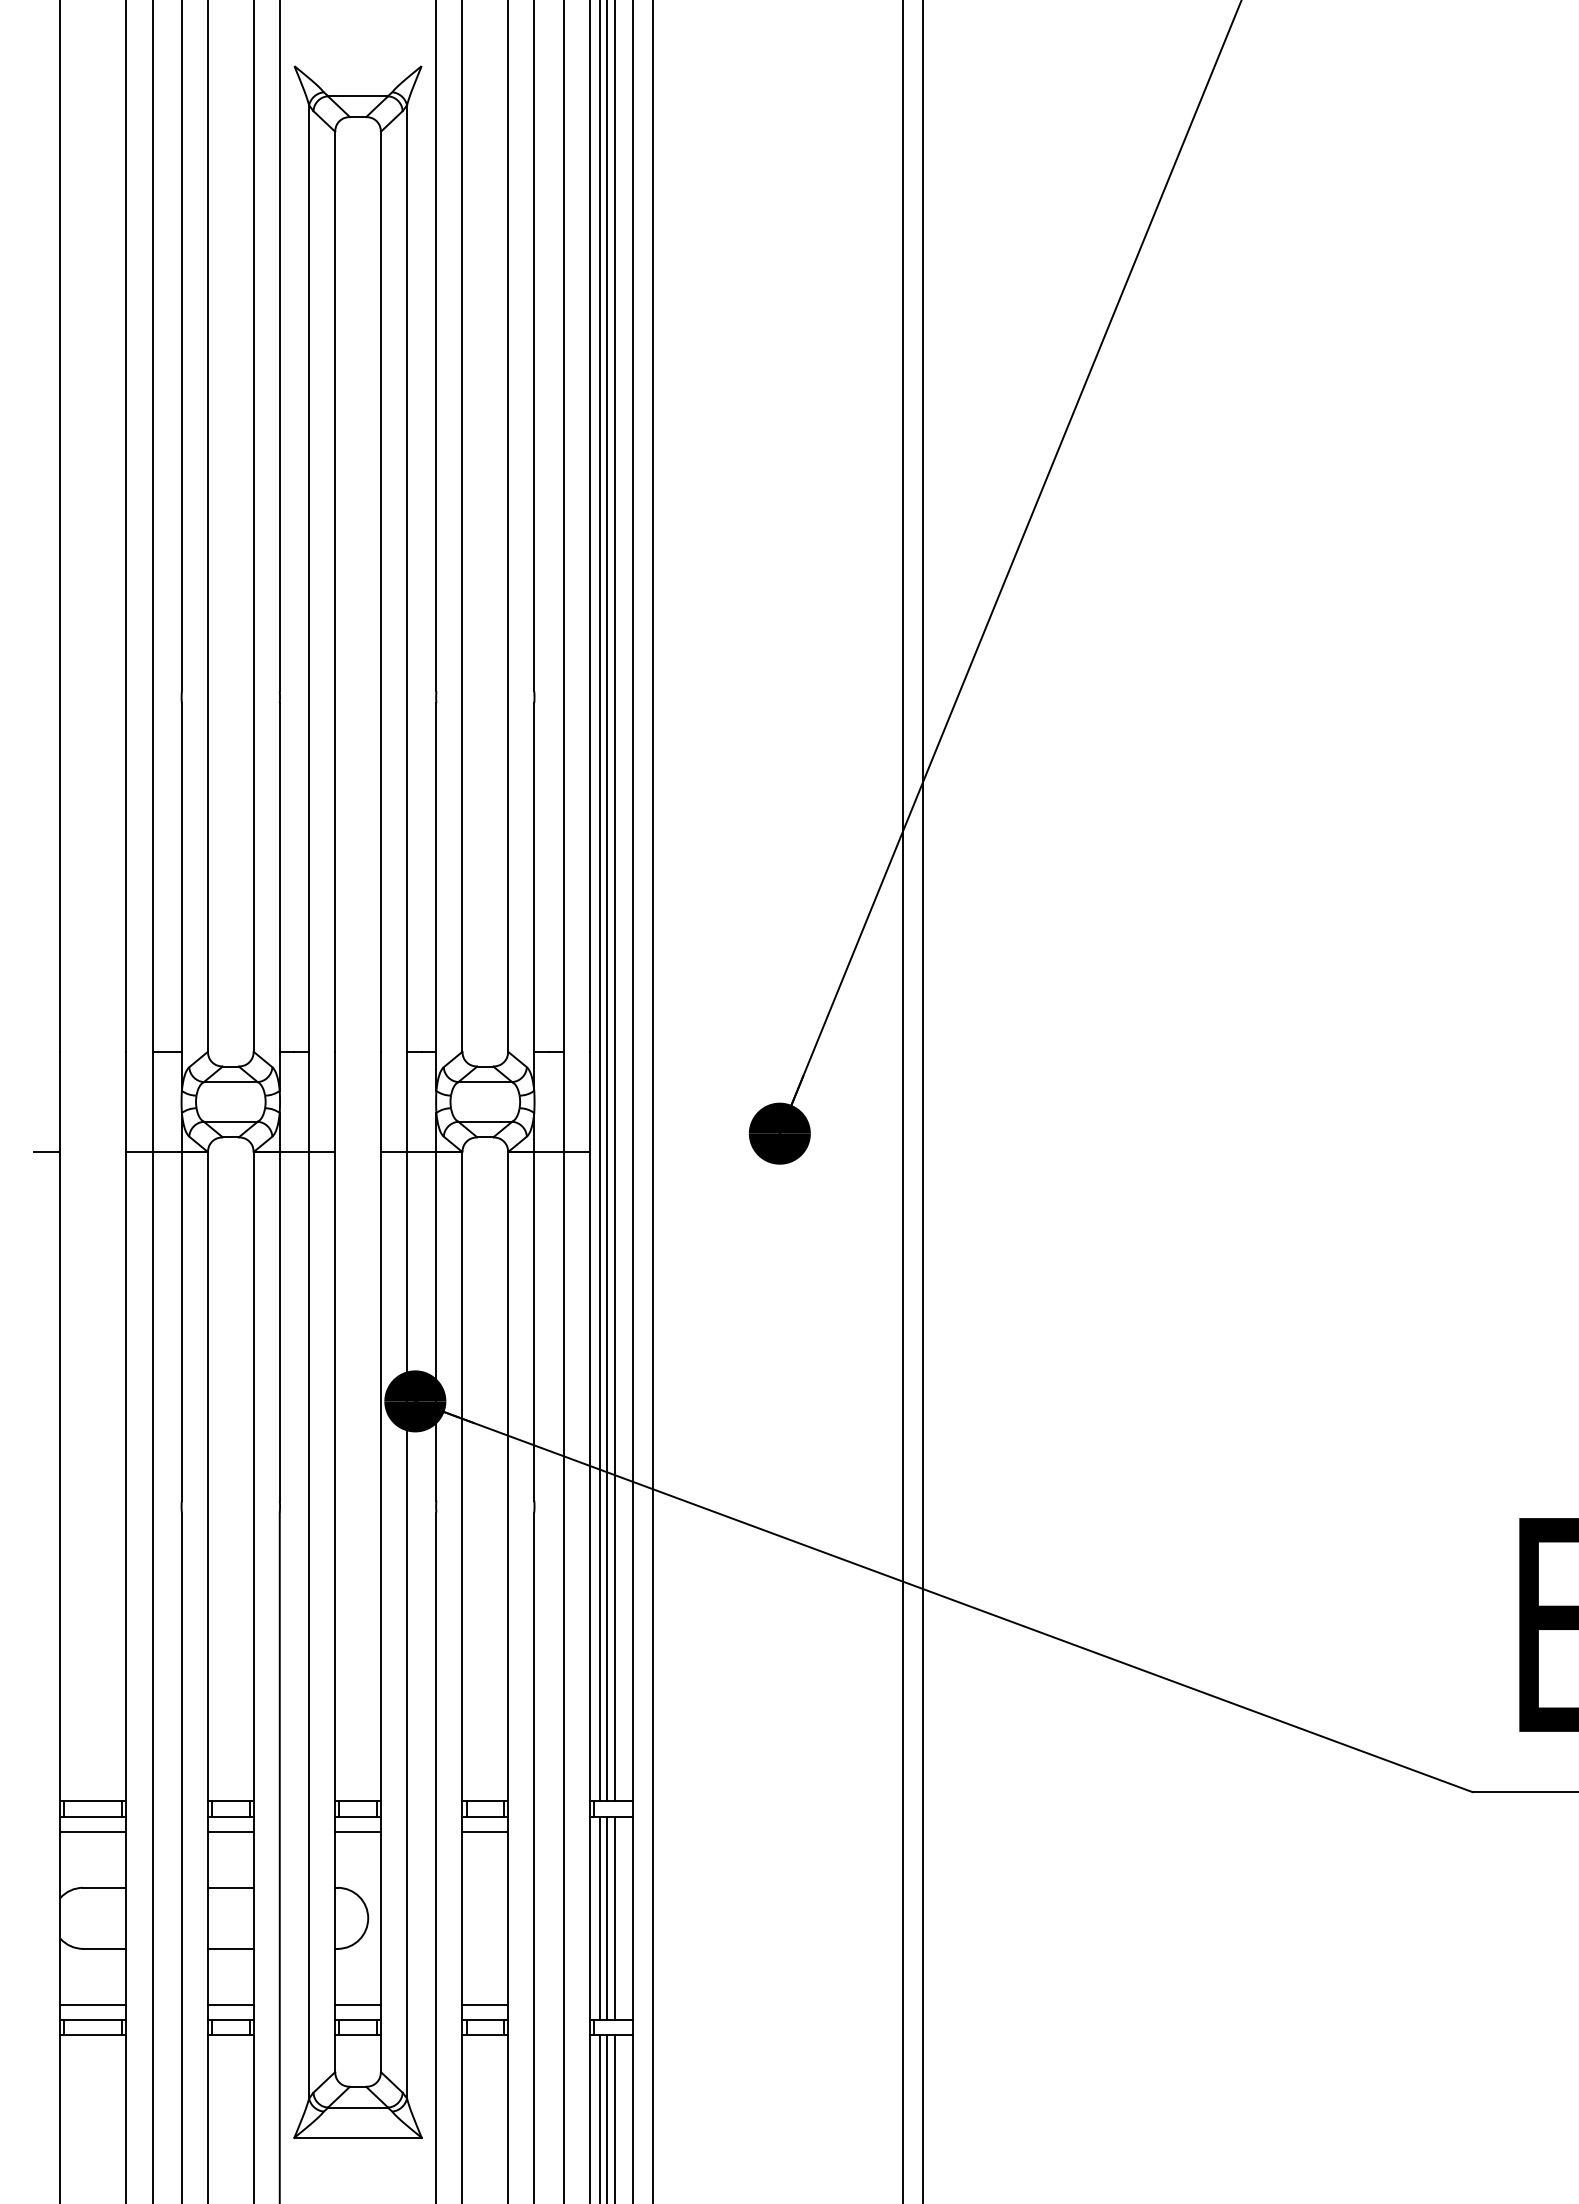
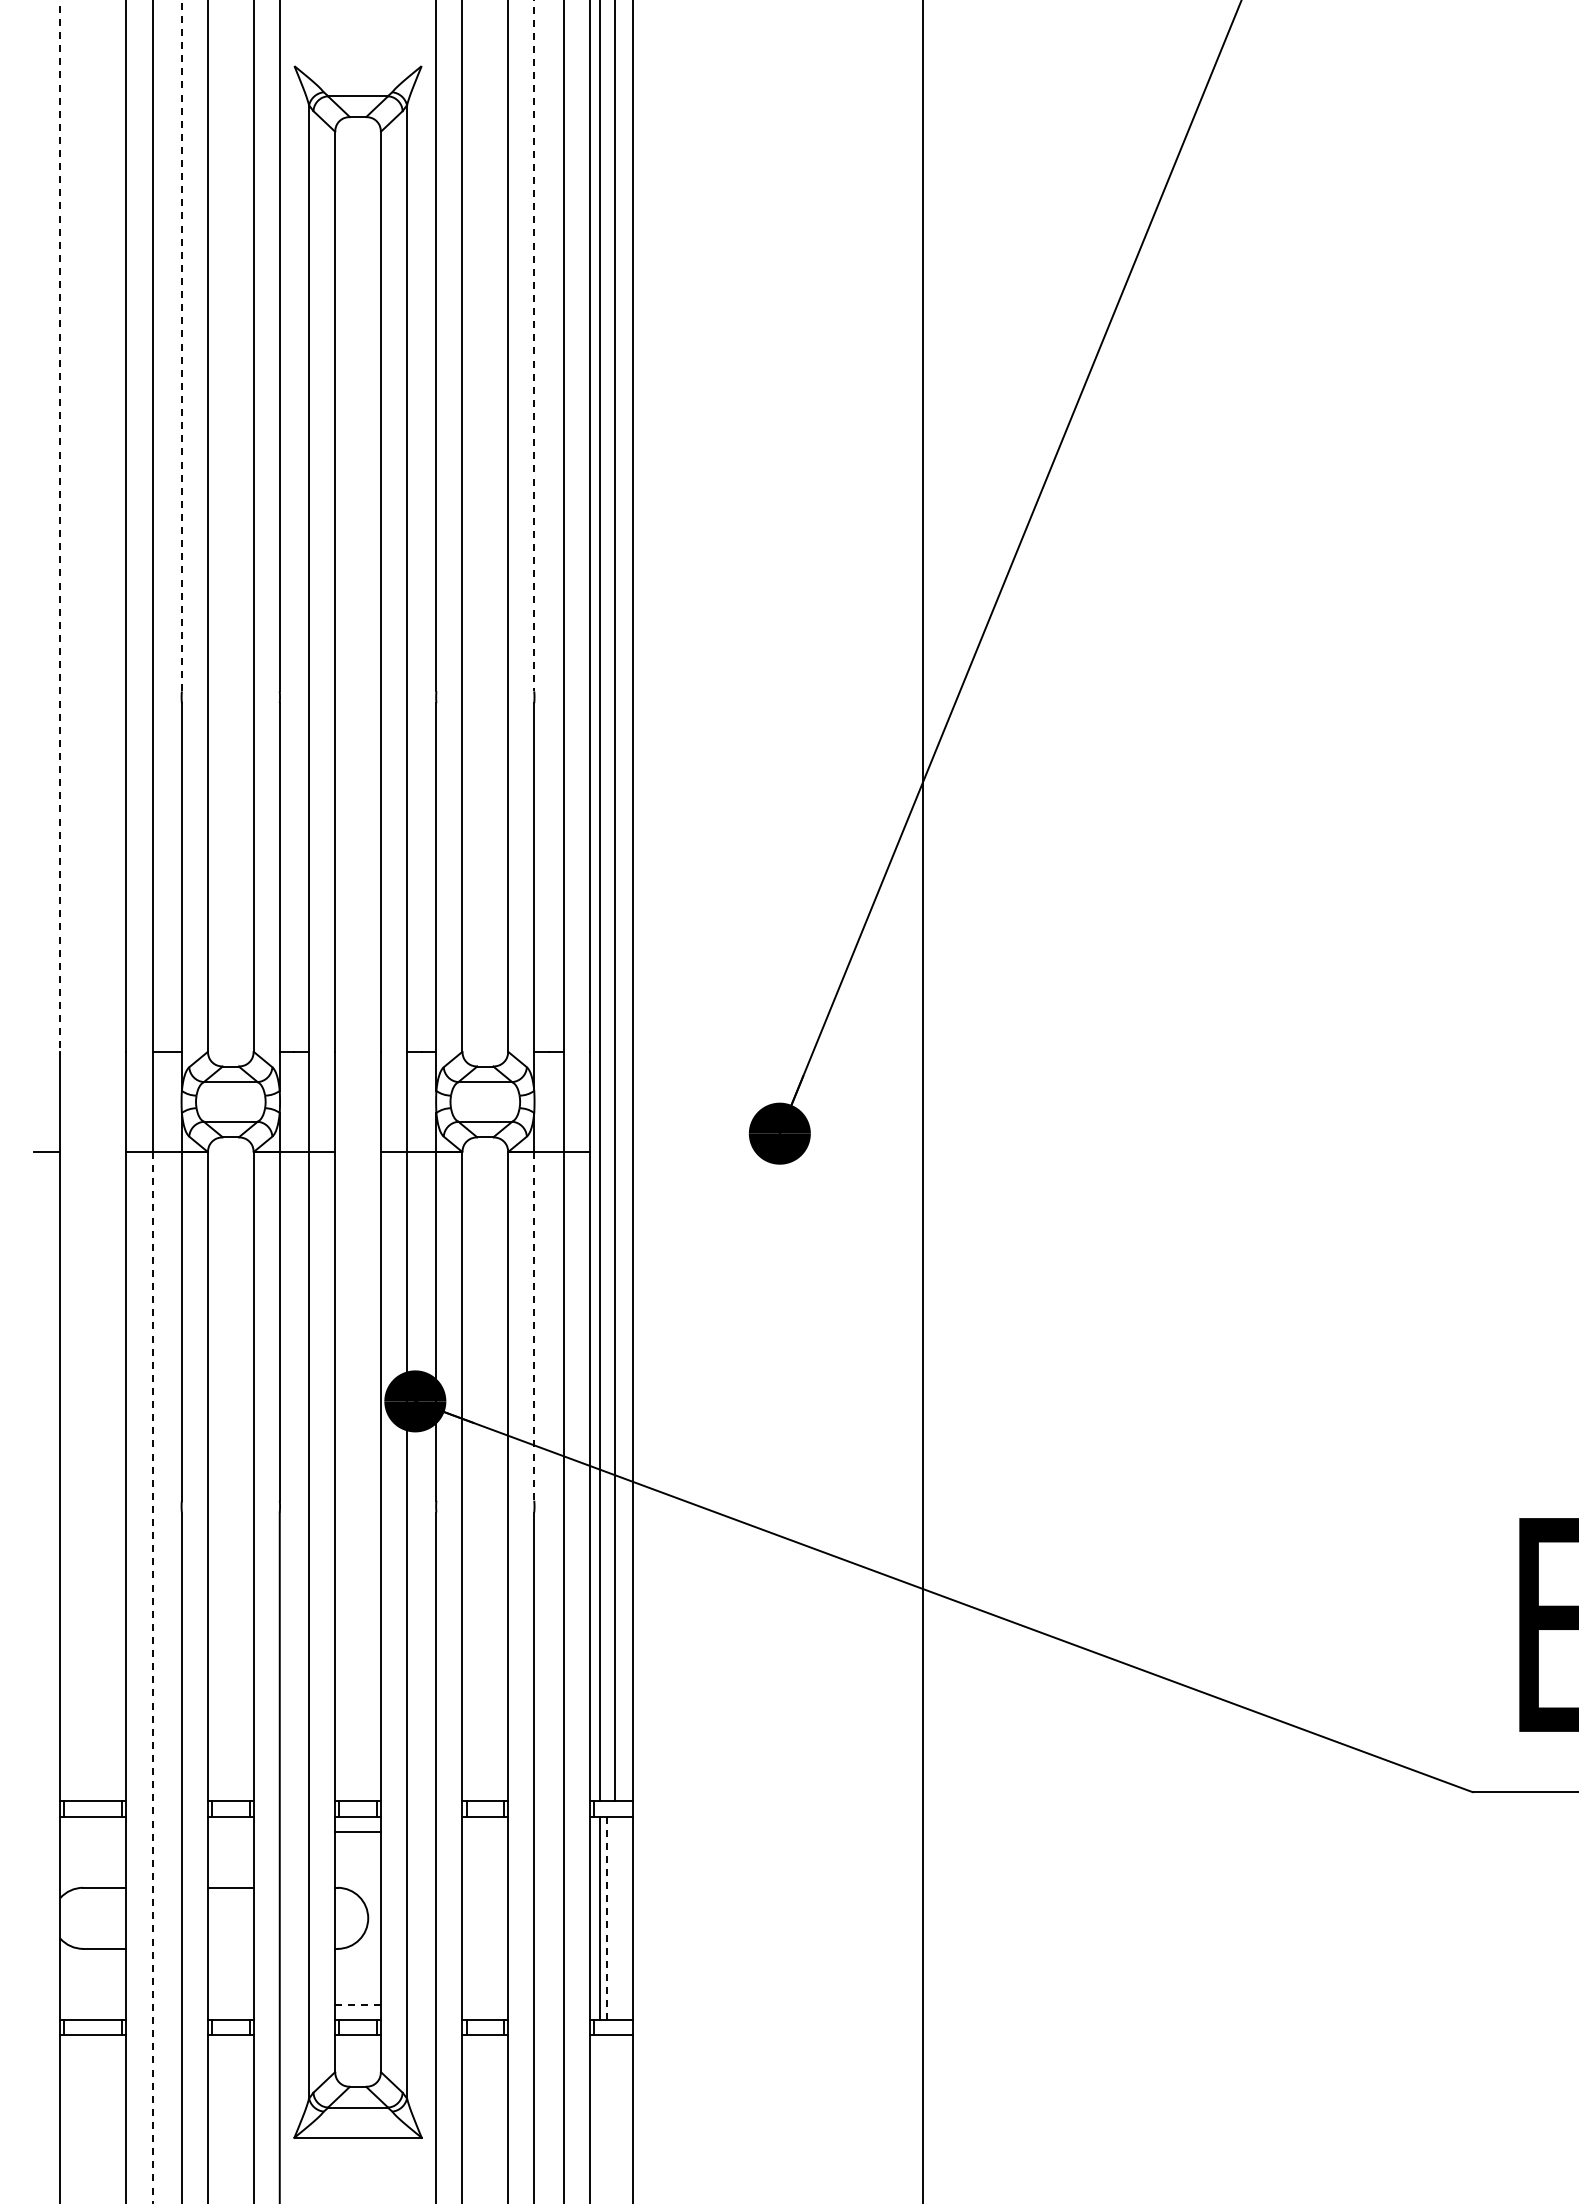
line at (181, 345): solid -> dashed
line at (534, 346): solid -> dashed
line at (60, 526): solid -> dashed
line at (607, 901): present -> none
line at (653, 1101): present -> none
line at (902, 1101): present -> none
line at (534, 1326): solid -> dashed
line at (152, 1677): solid -> dashed
line at (93, 1831): present -> none
line at (230, 1831): present -> none
line at (485, 1831): present -> none
line at (607, 1918): solid -> dashed
line at (615, 1918): present -> none
line at (230, 1948): present -> none
line at (93, 2004): present -> none
line at (230, 2004): present -> none
line at (358, 2004): solid -> dashed
line at (485, 2004): present -> none
line at (599, 2117): present -> none
line at (607, 2117): present -> none
line at (615, 2117): present -> none
